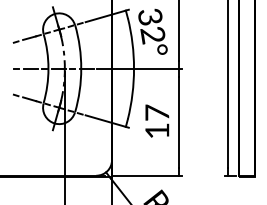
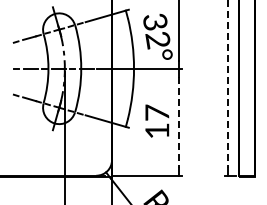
text at (152, 31) position: (152, 31) -> (157, 36)
line at (227, 83): solid -> dashed
line at (178, 122): solid -> dashed
